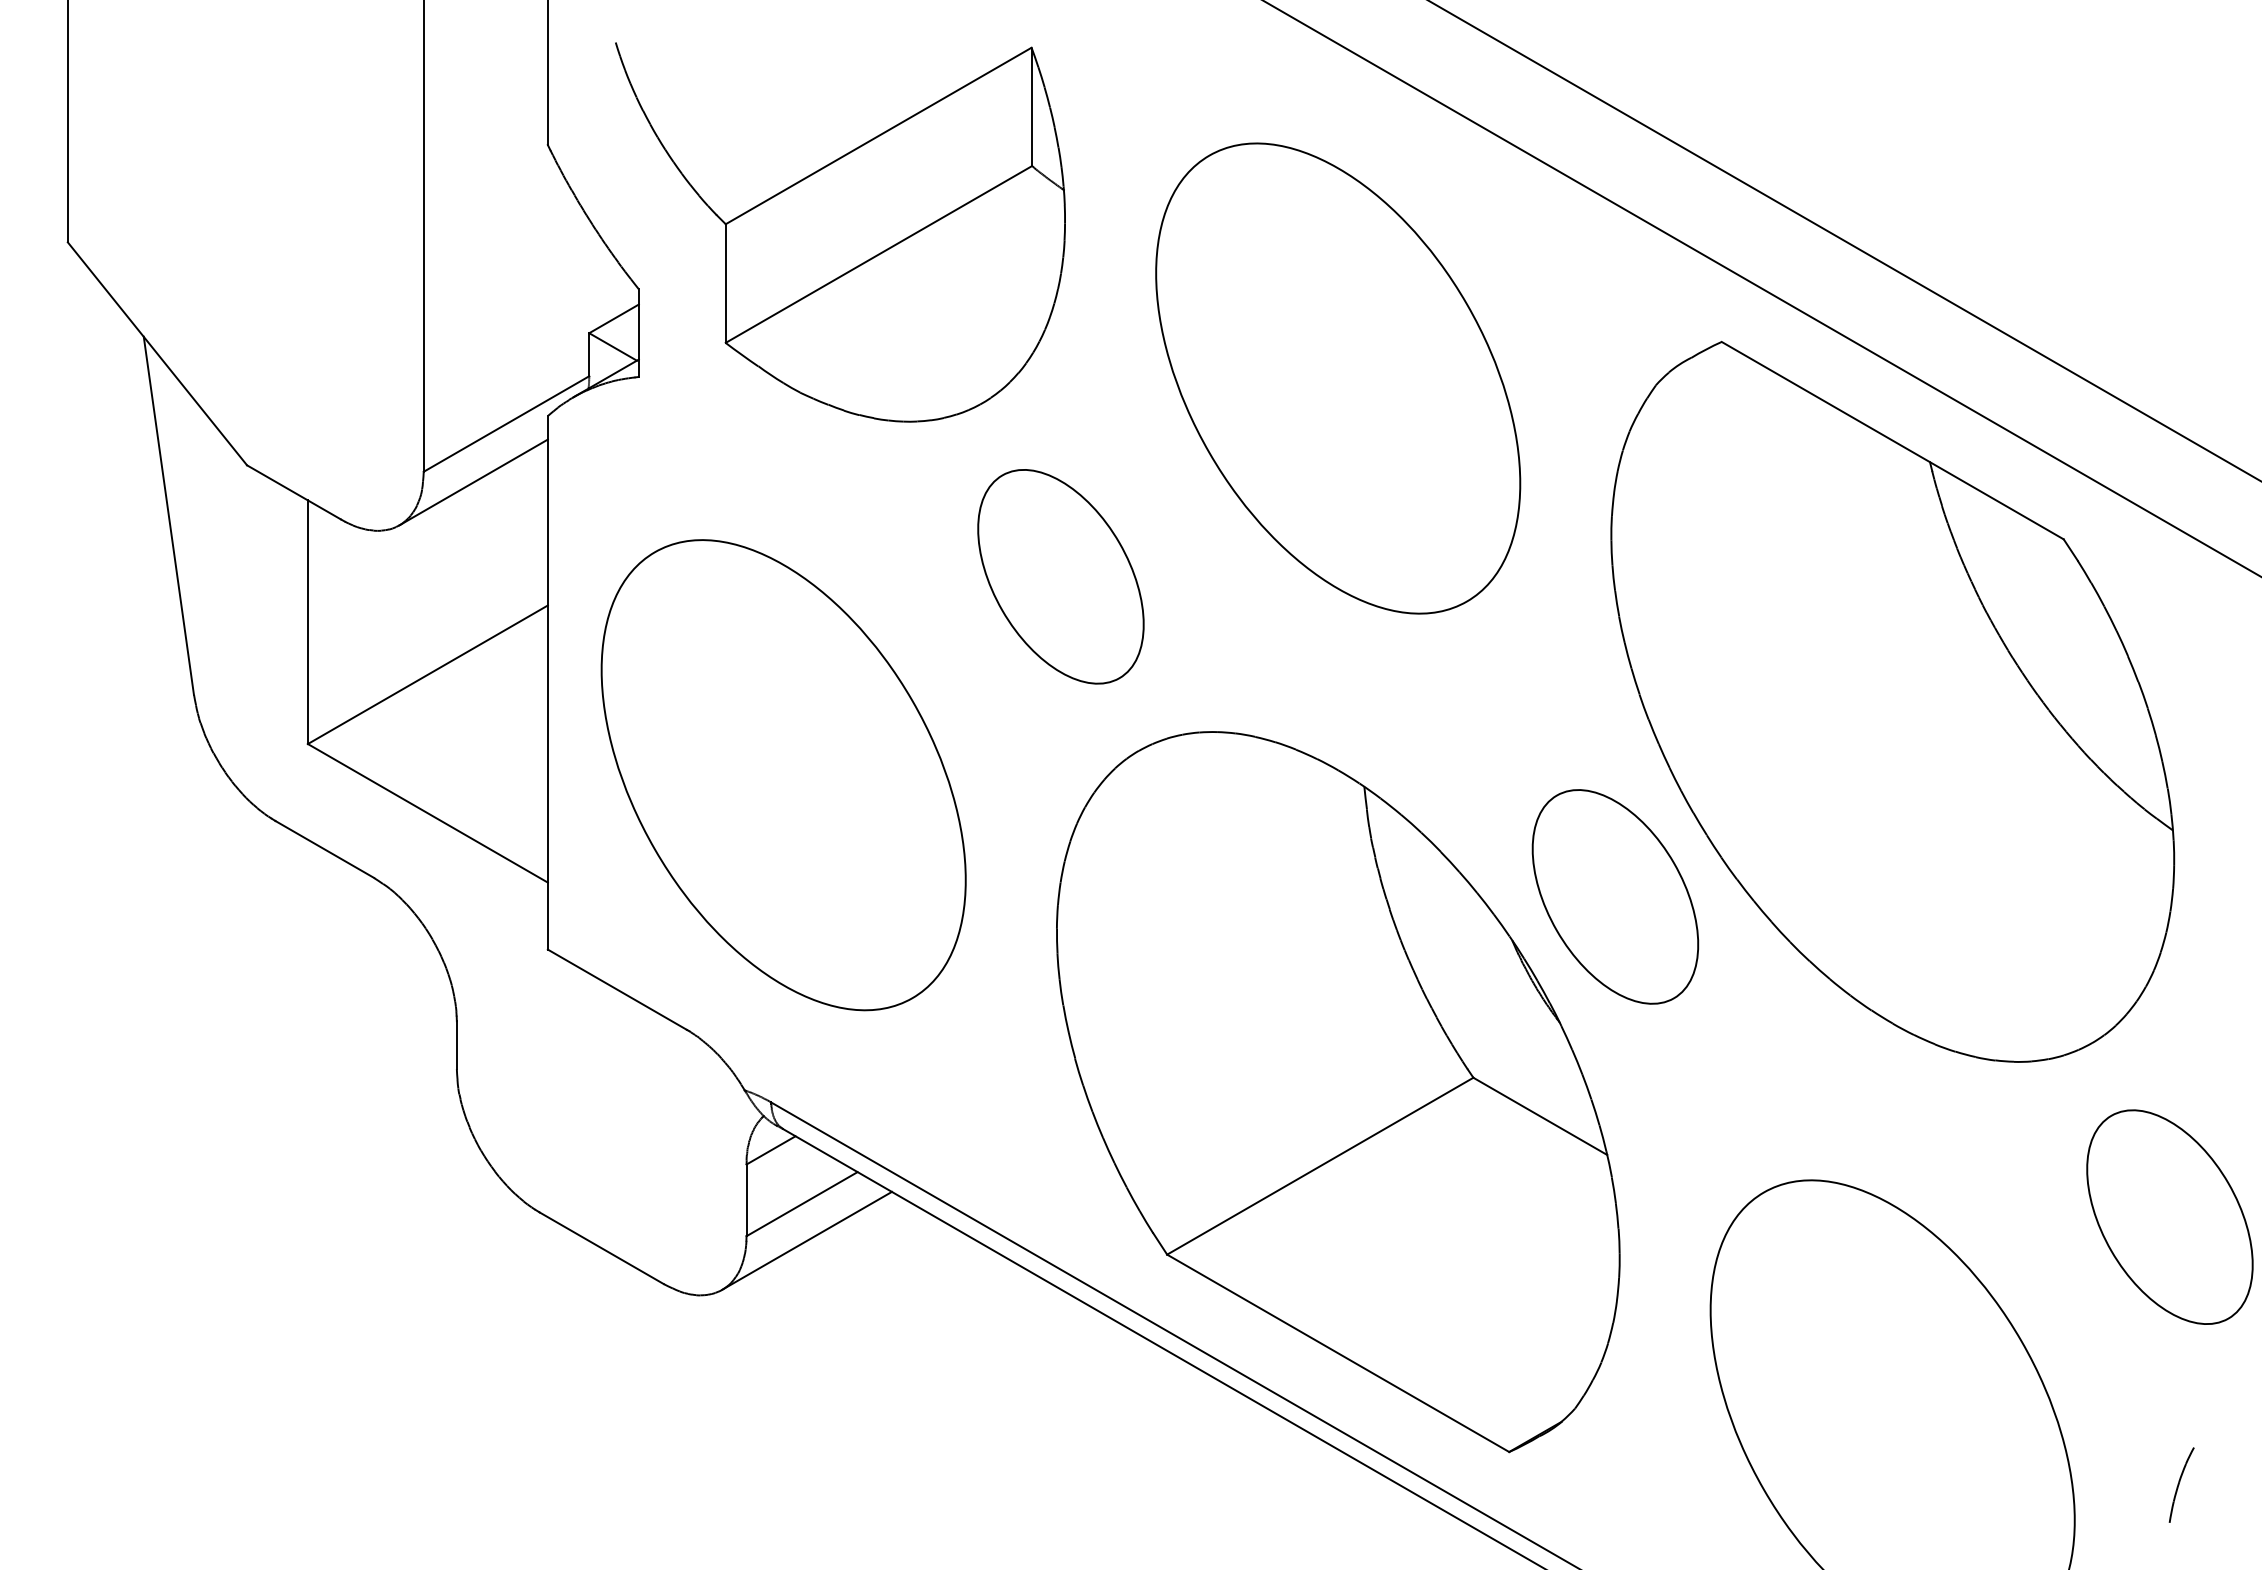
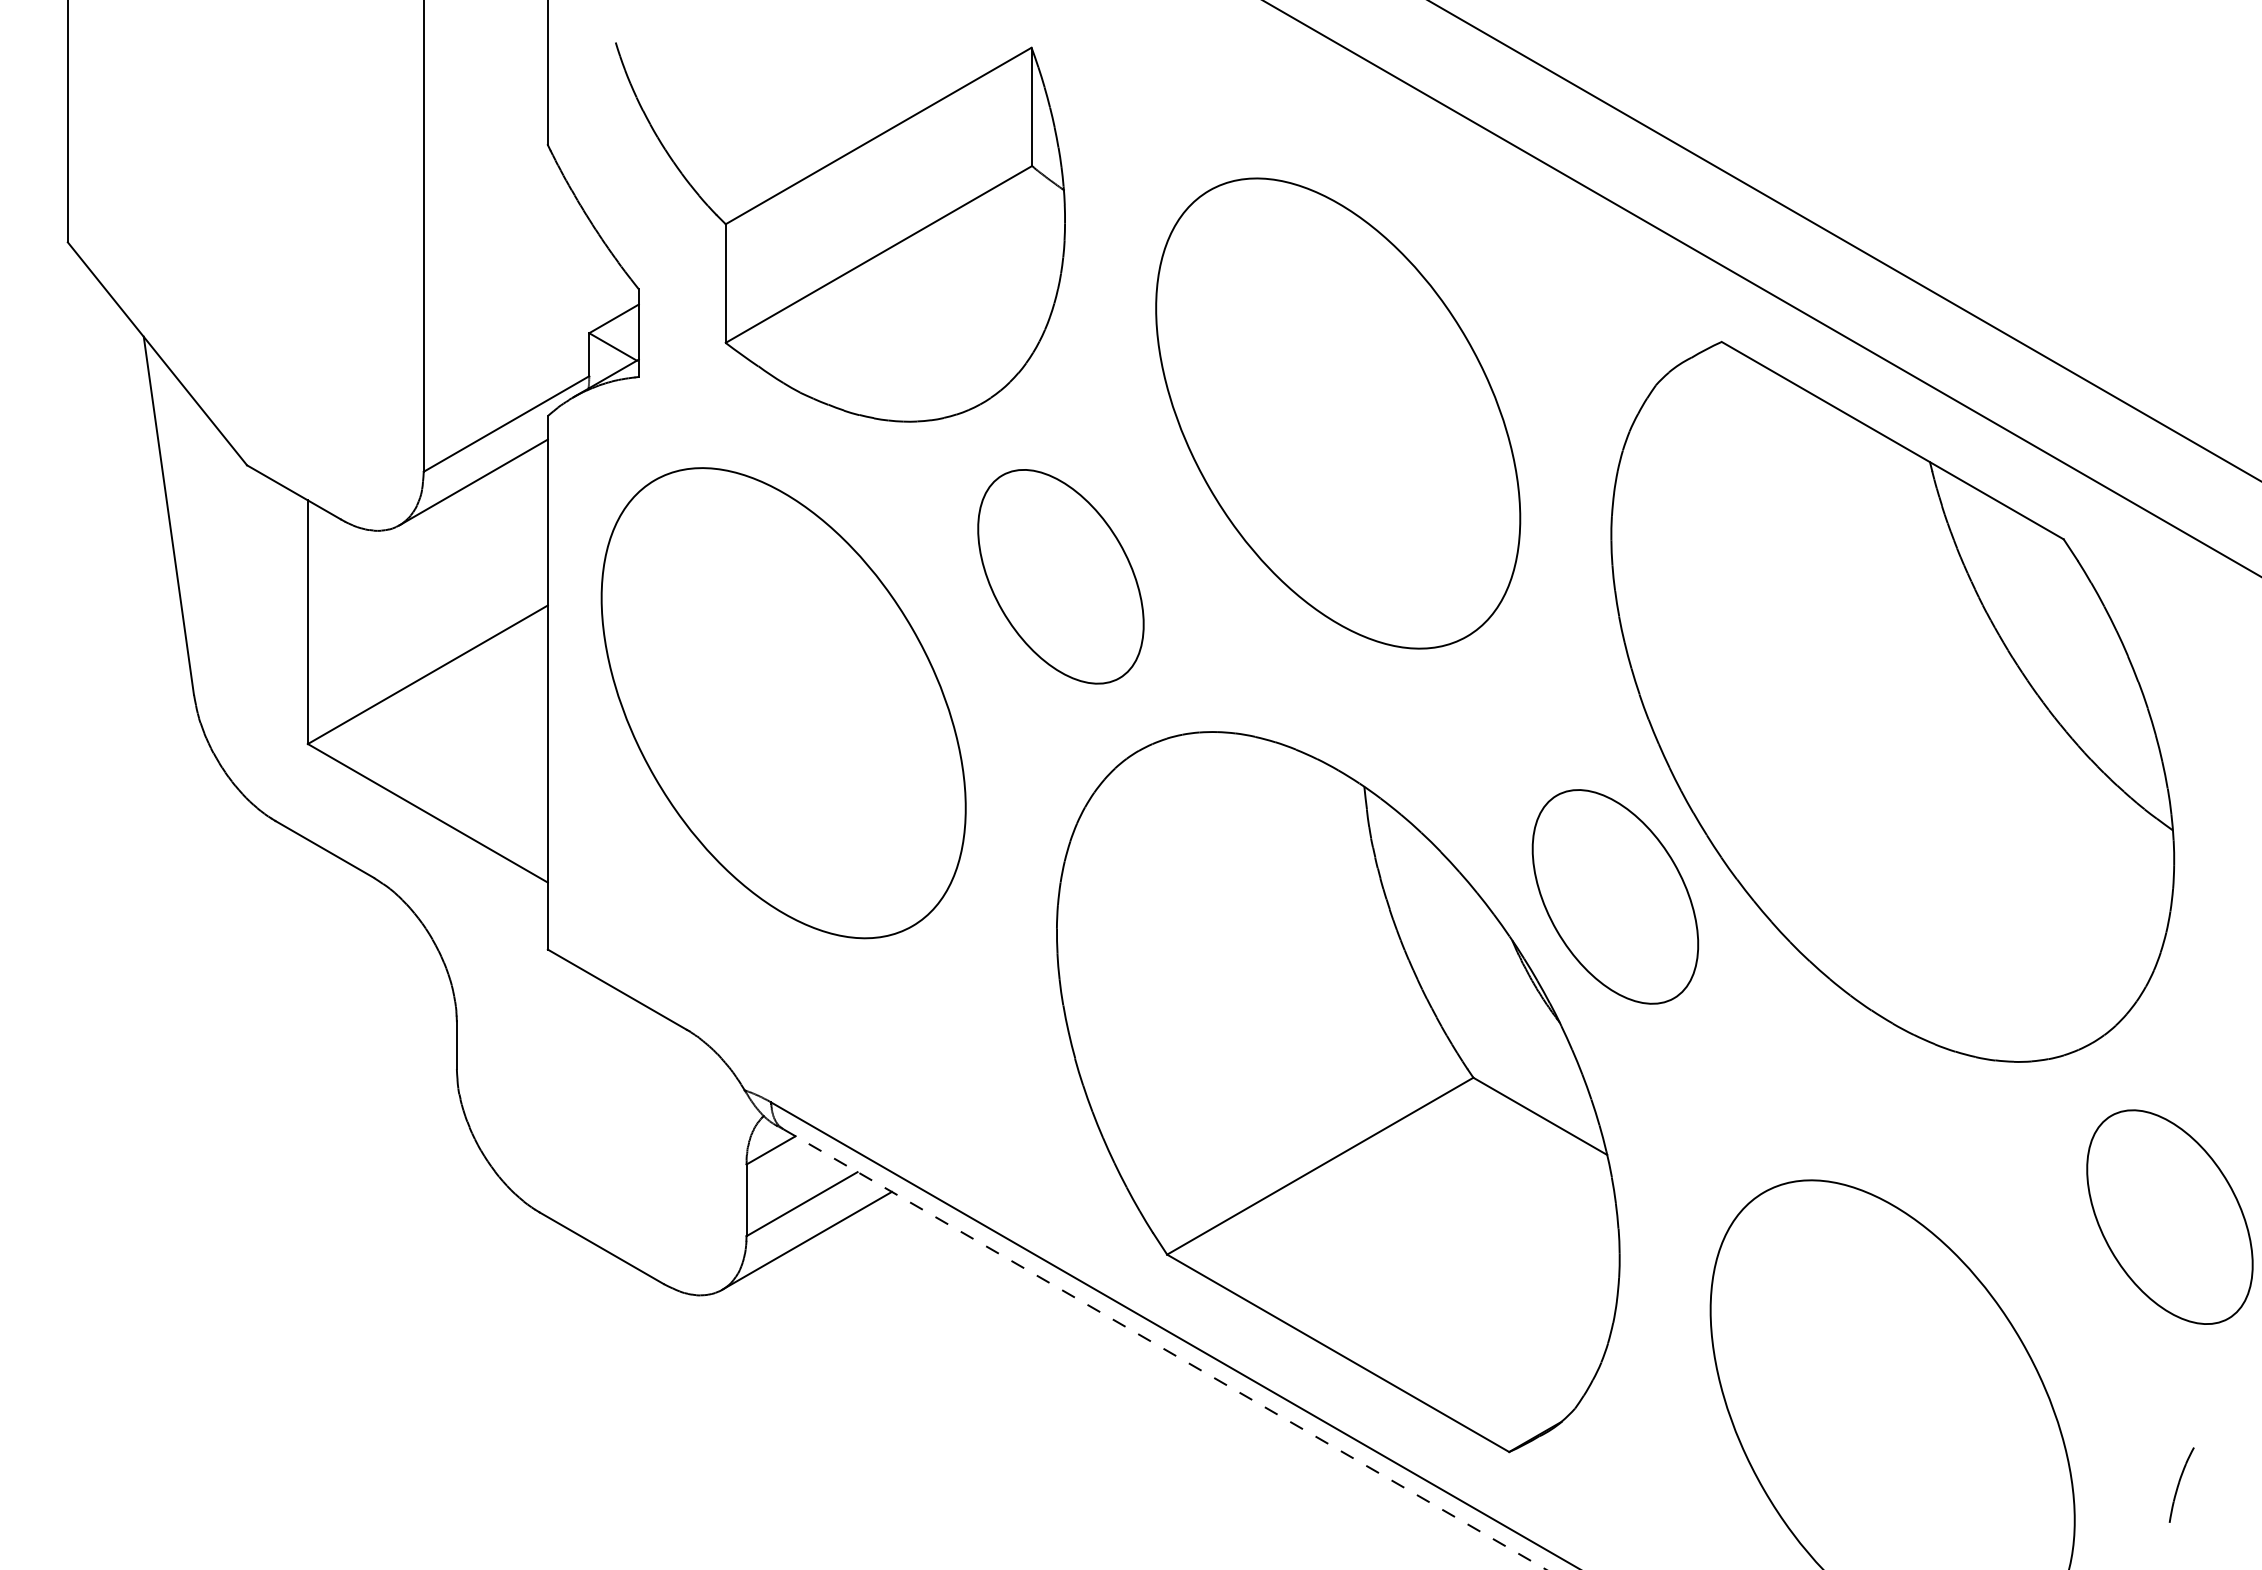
part at (1338, 378) position: (1338, 378) -> (1338, 413)
part at (783, 775) position: (783, 775) -> (783, 703)
line at (1165, 1349): solid -> dashed
